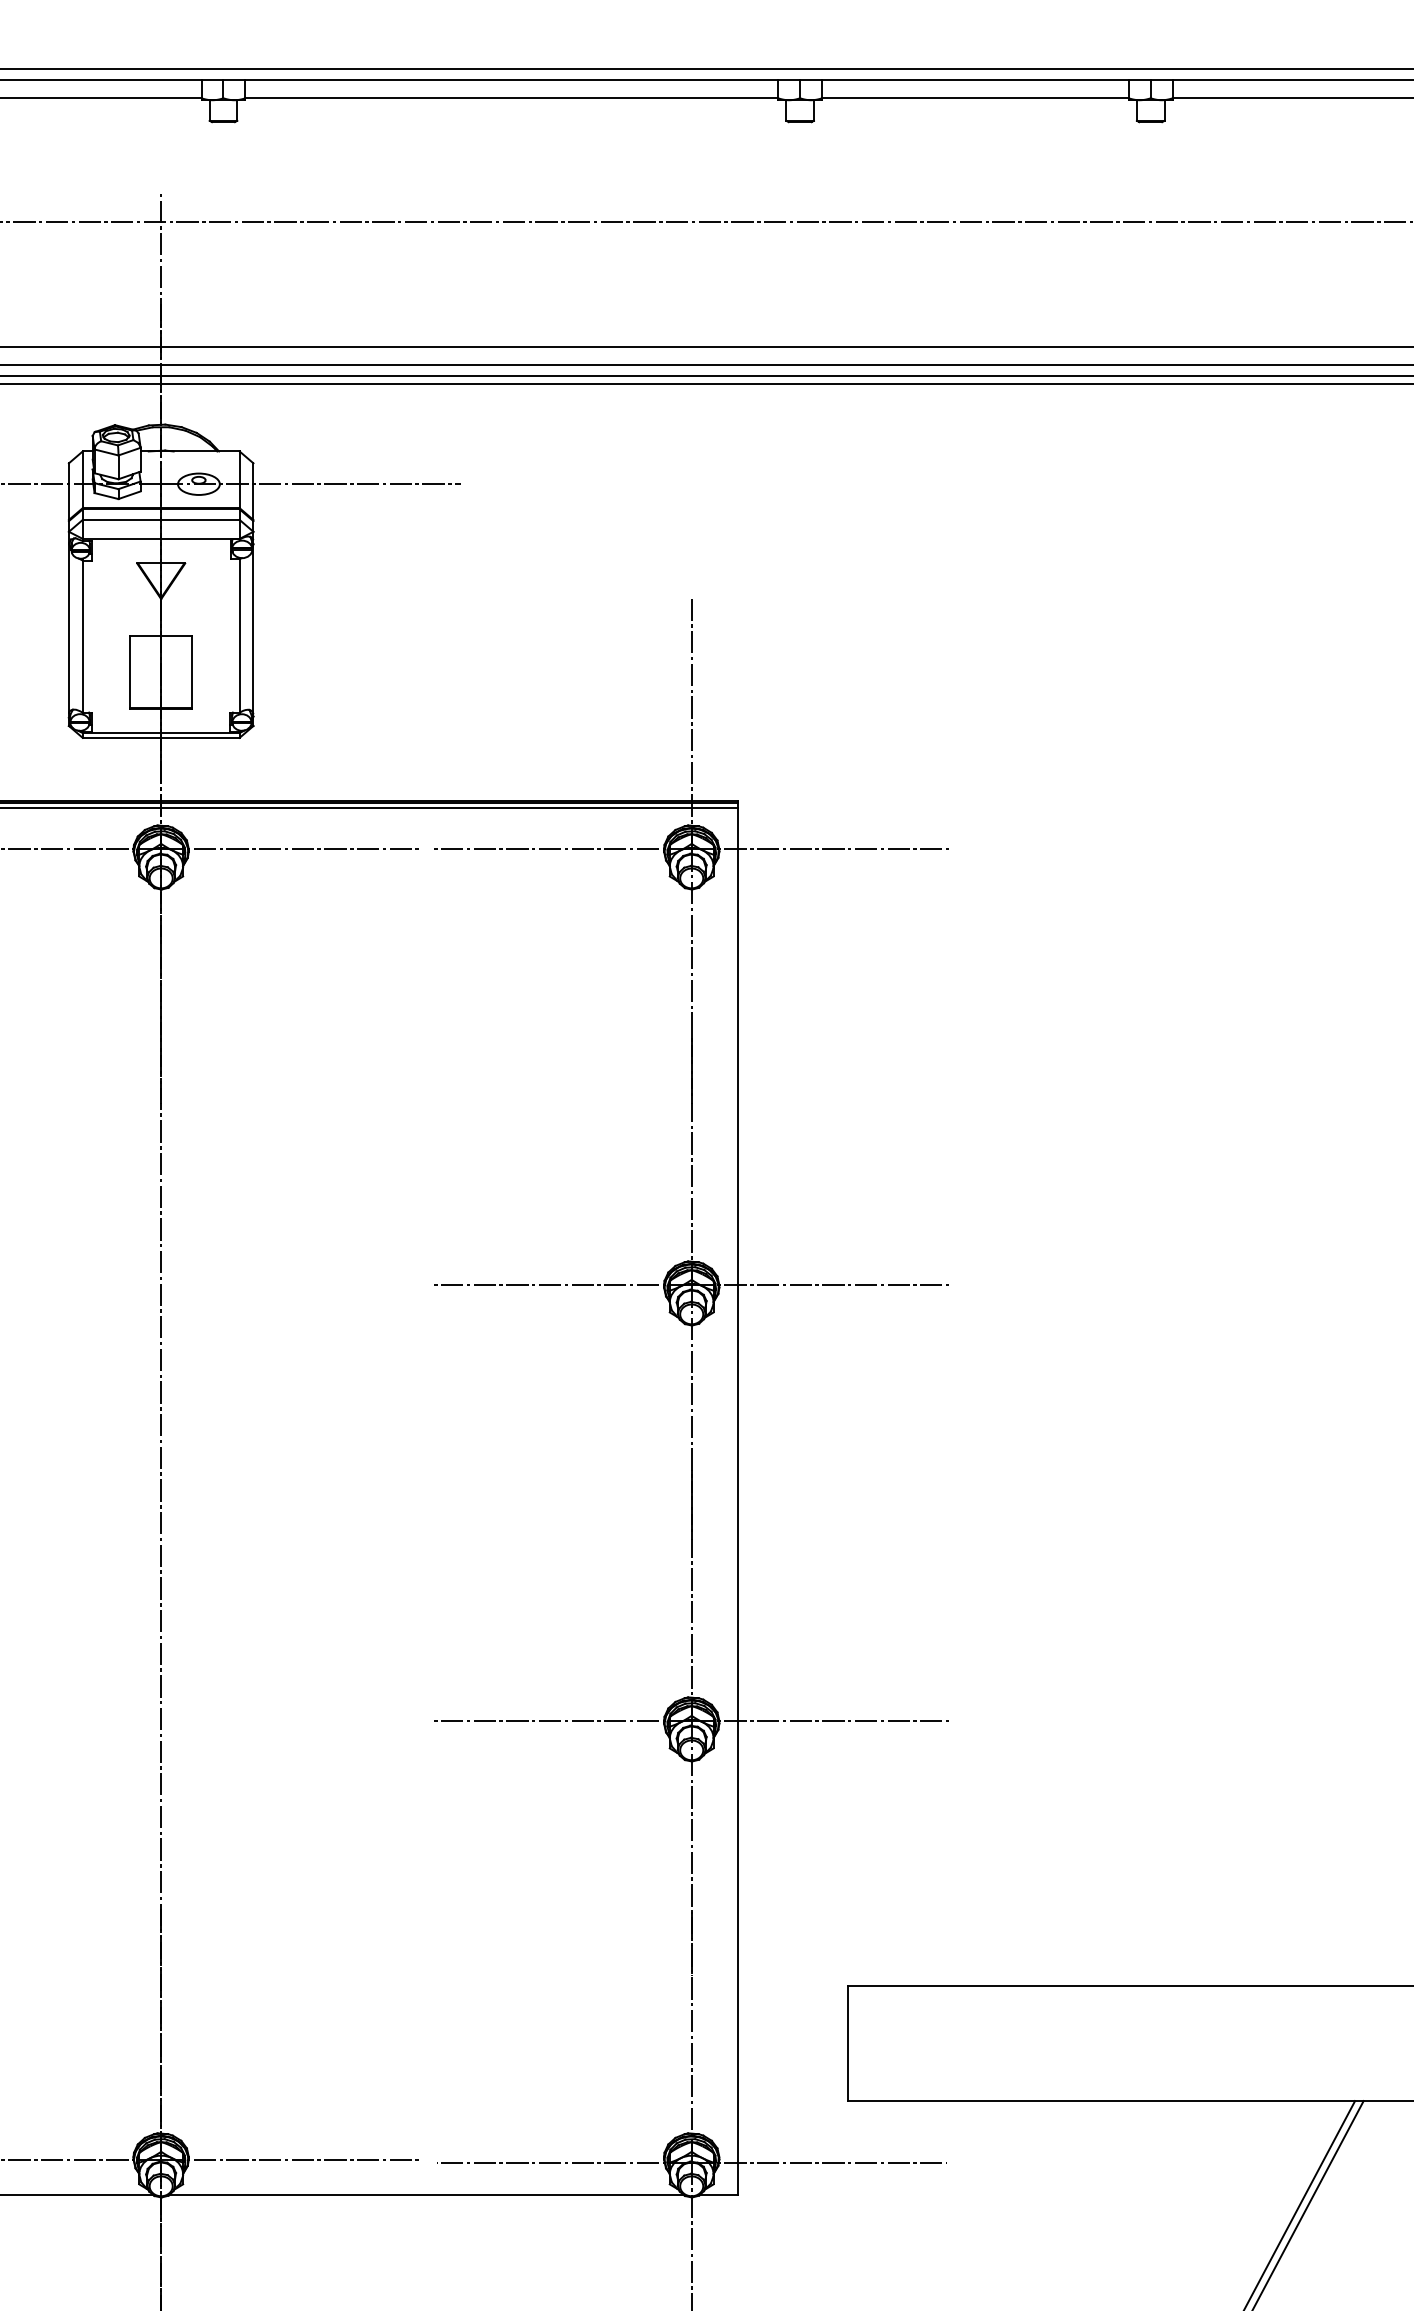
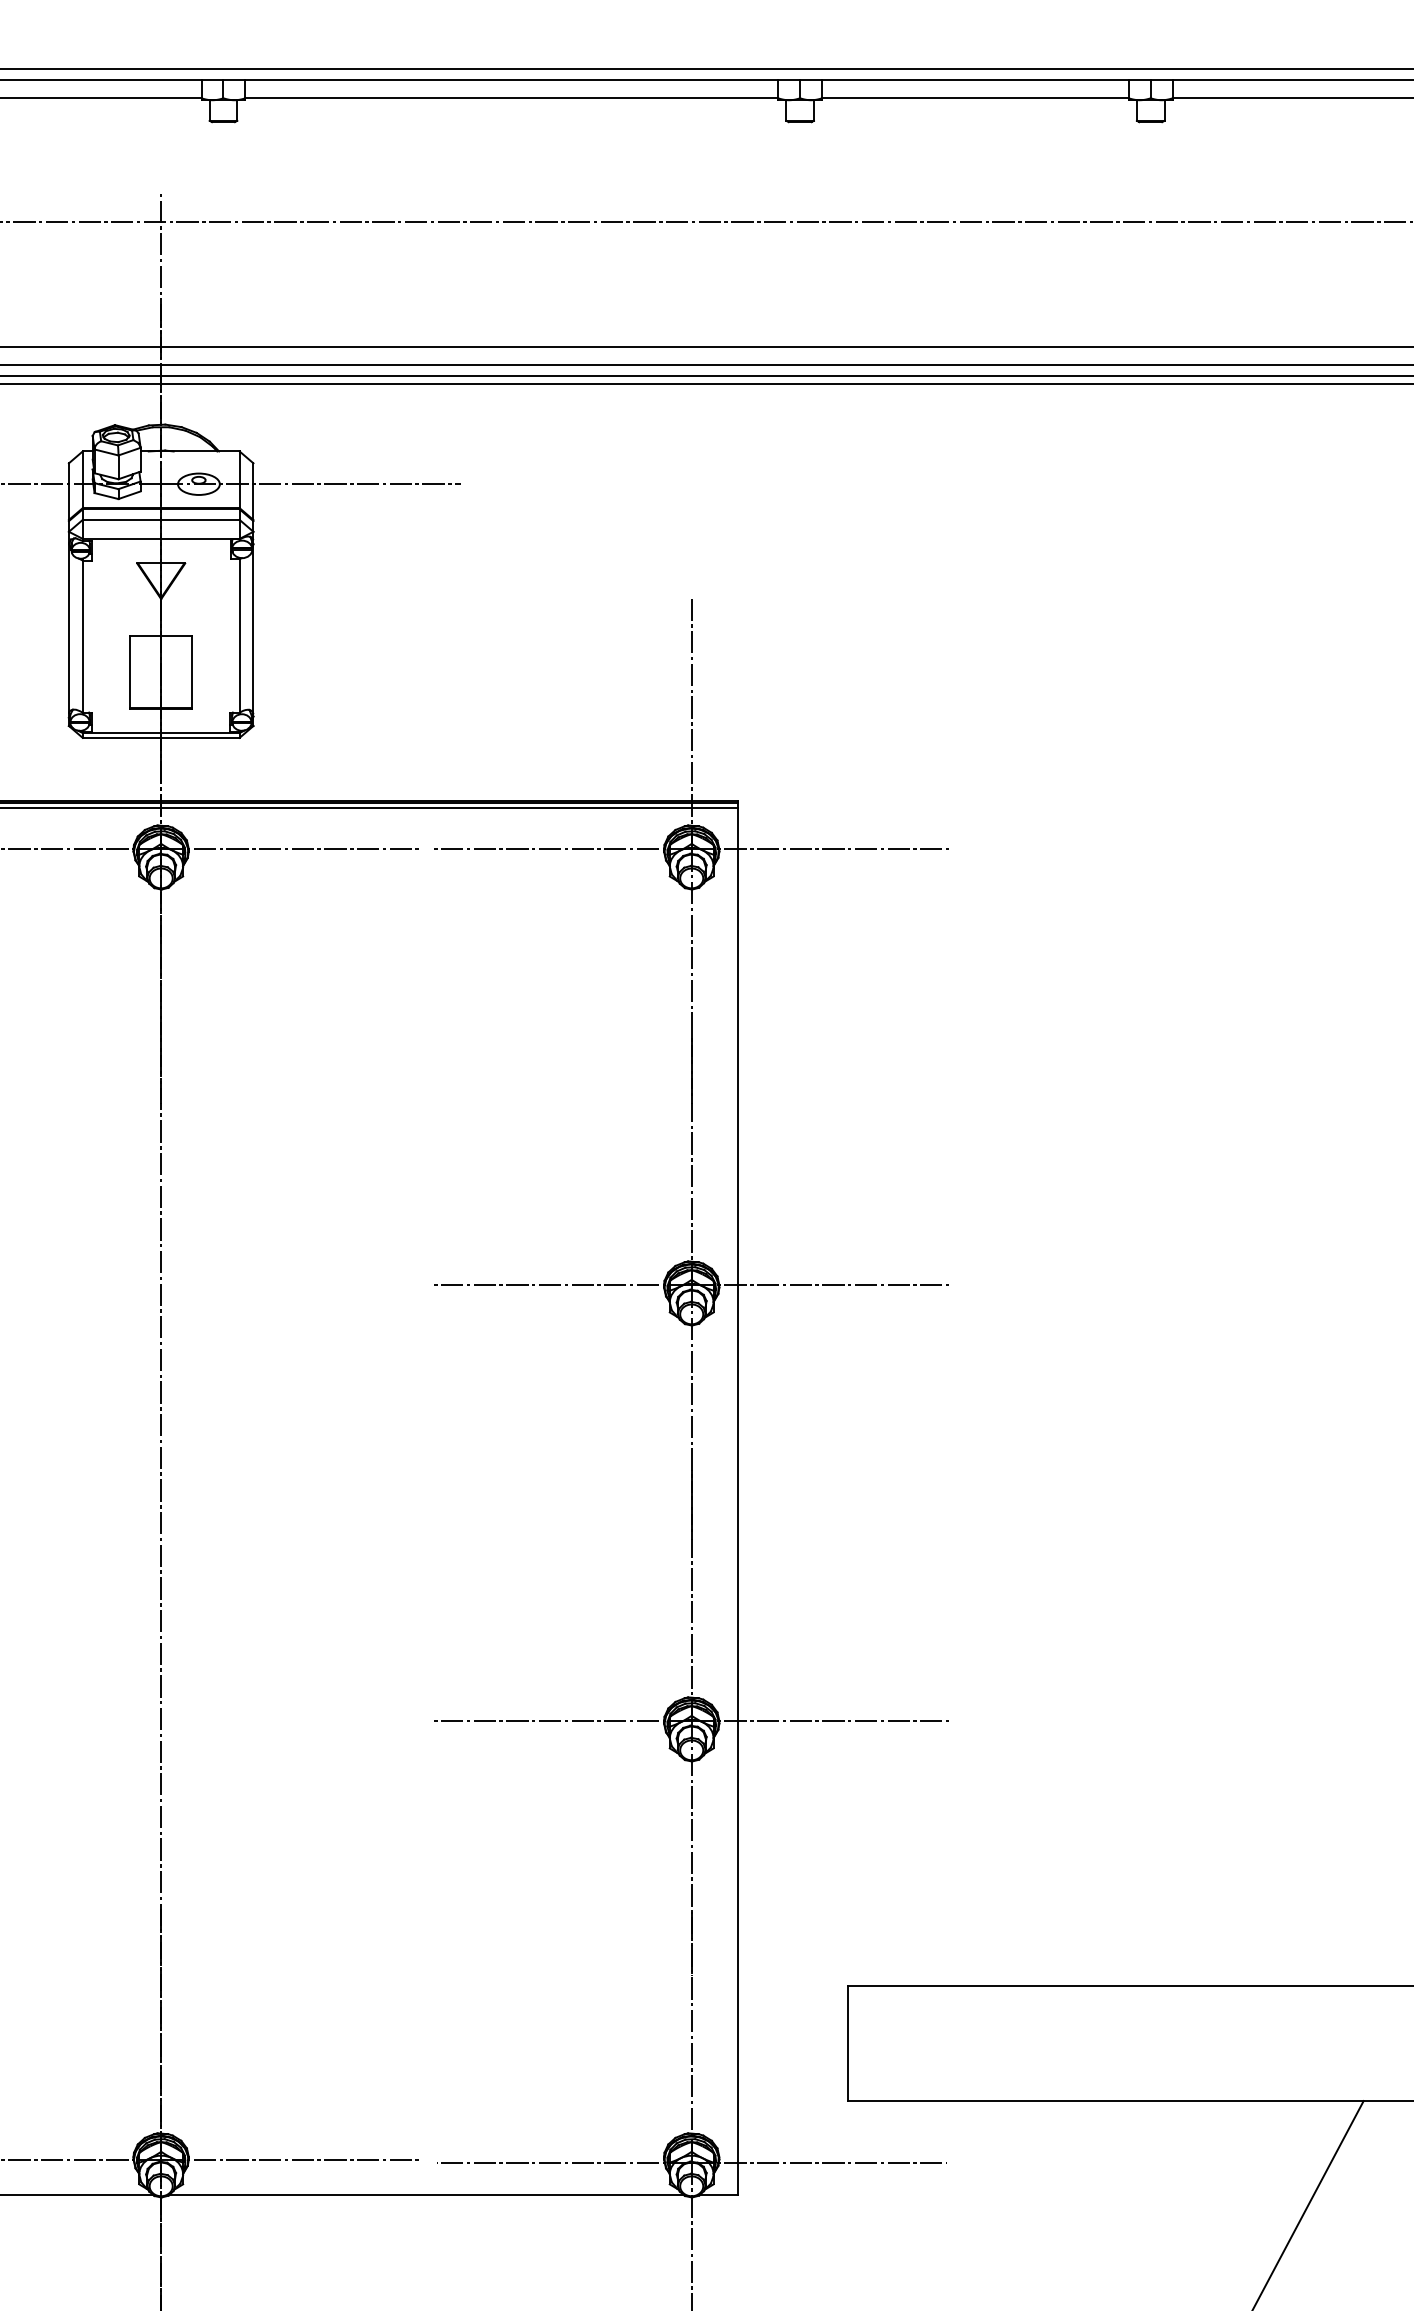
line at (1300, 2204): present -> none
